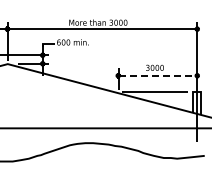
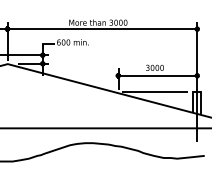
line at (158, 76): dashed -> solid
